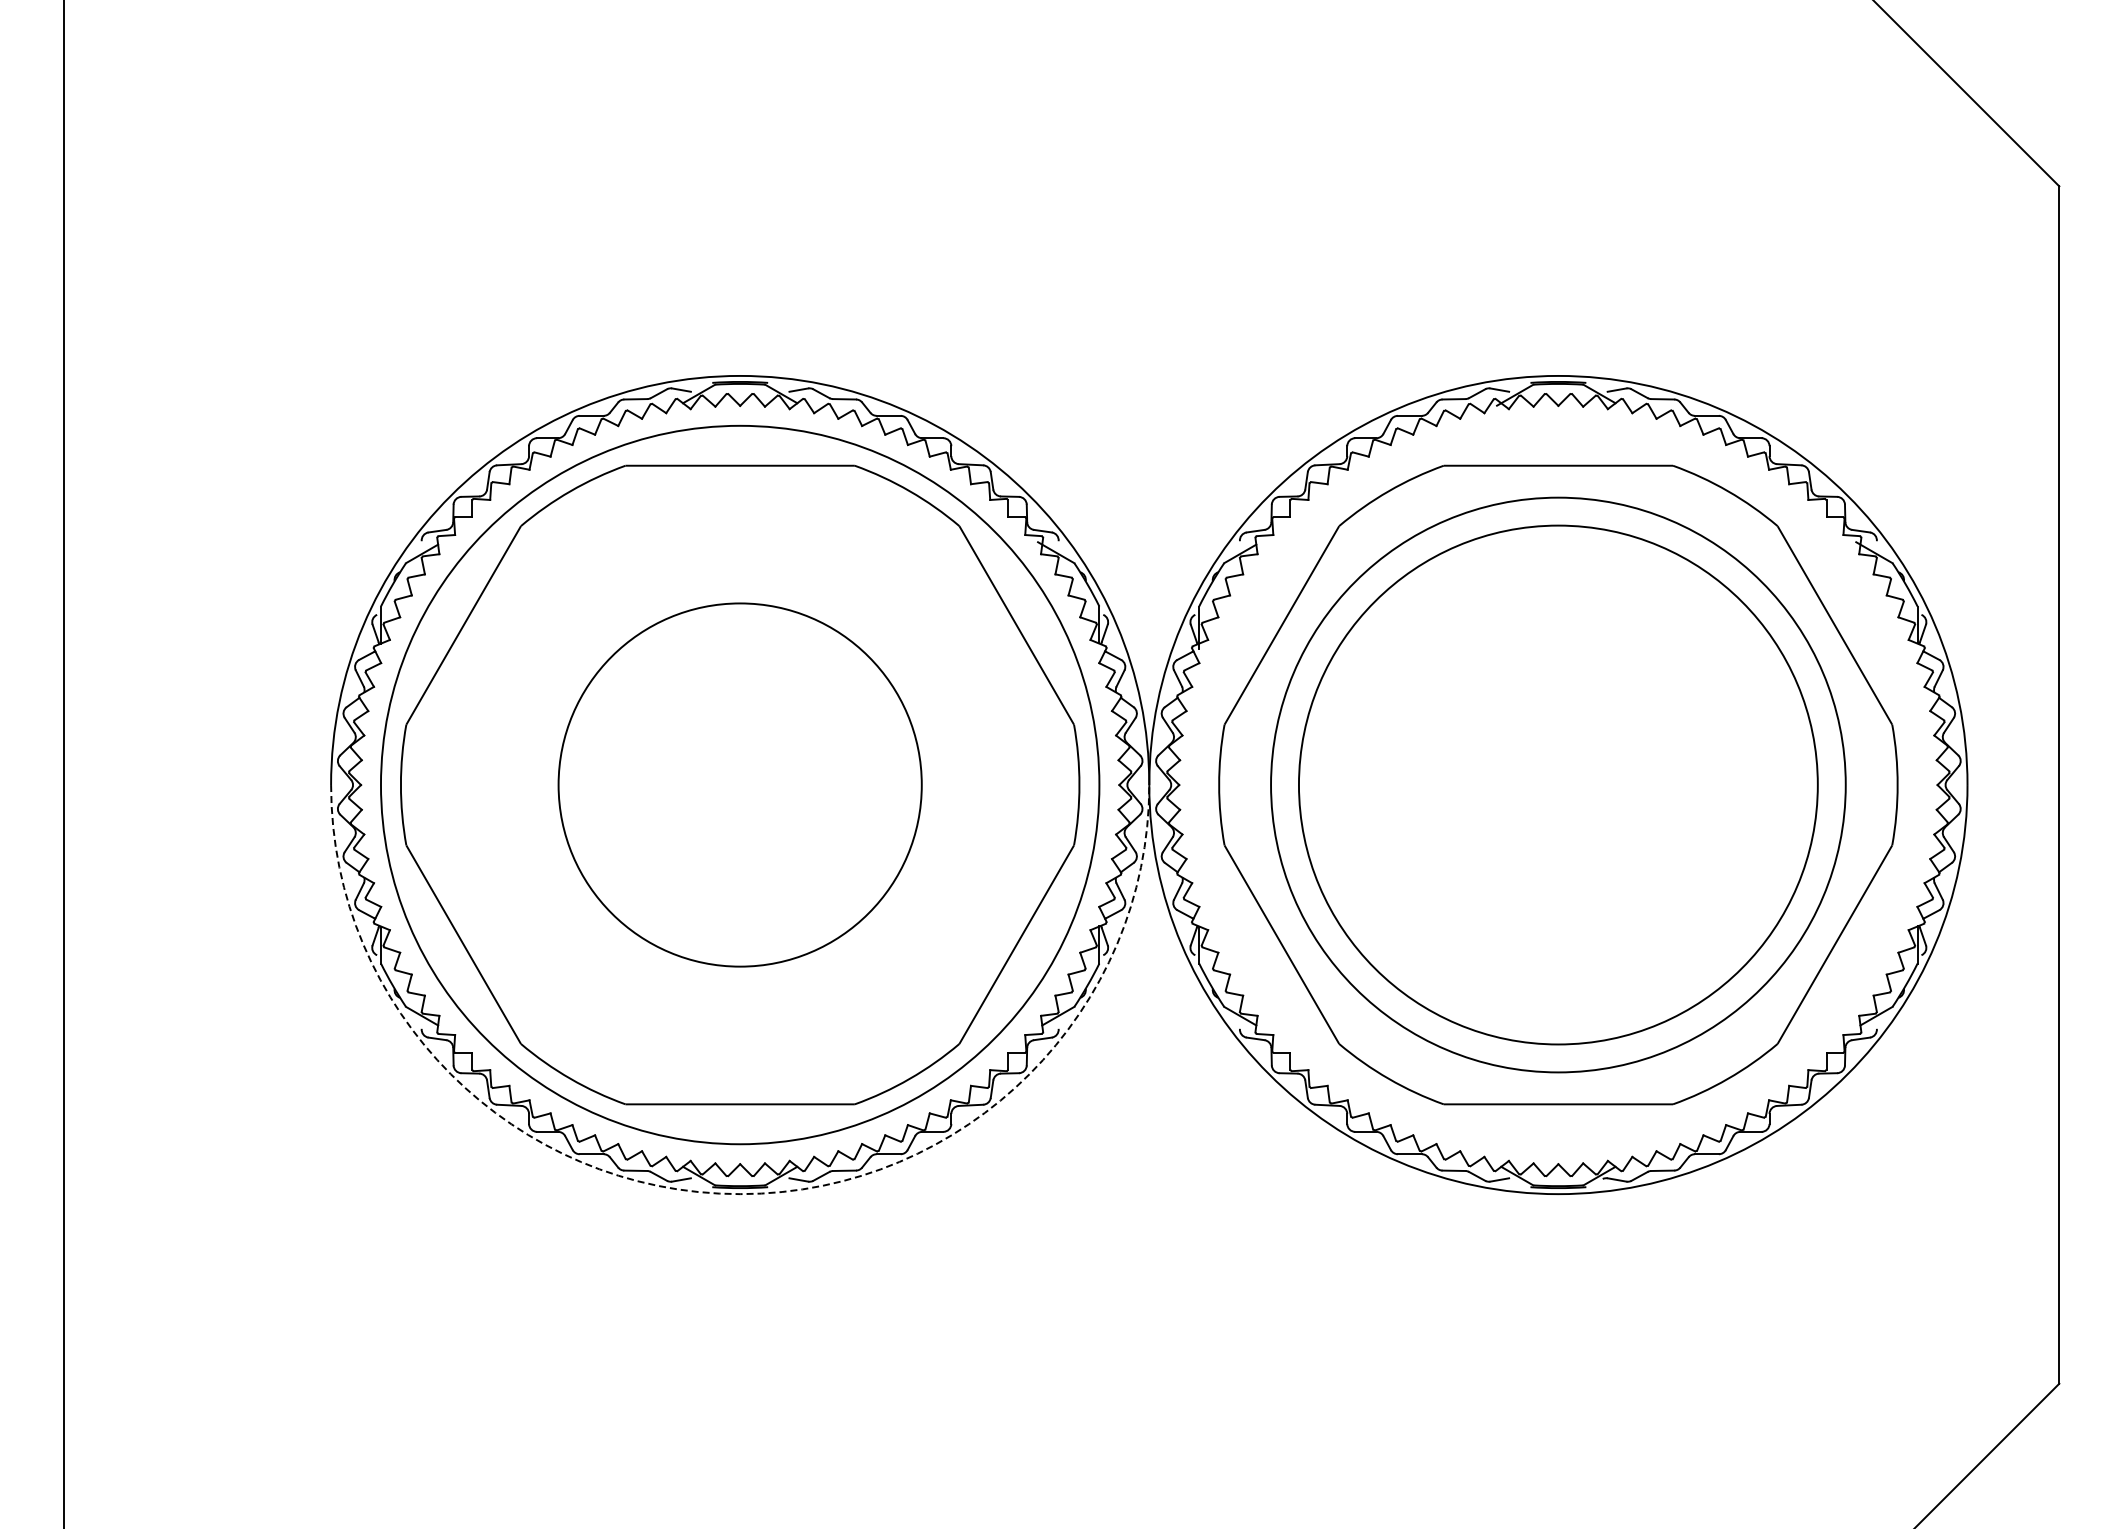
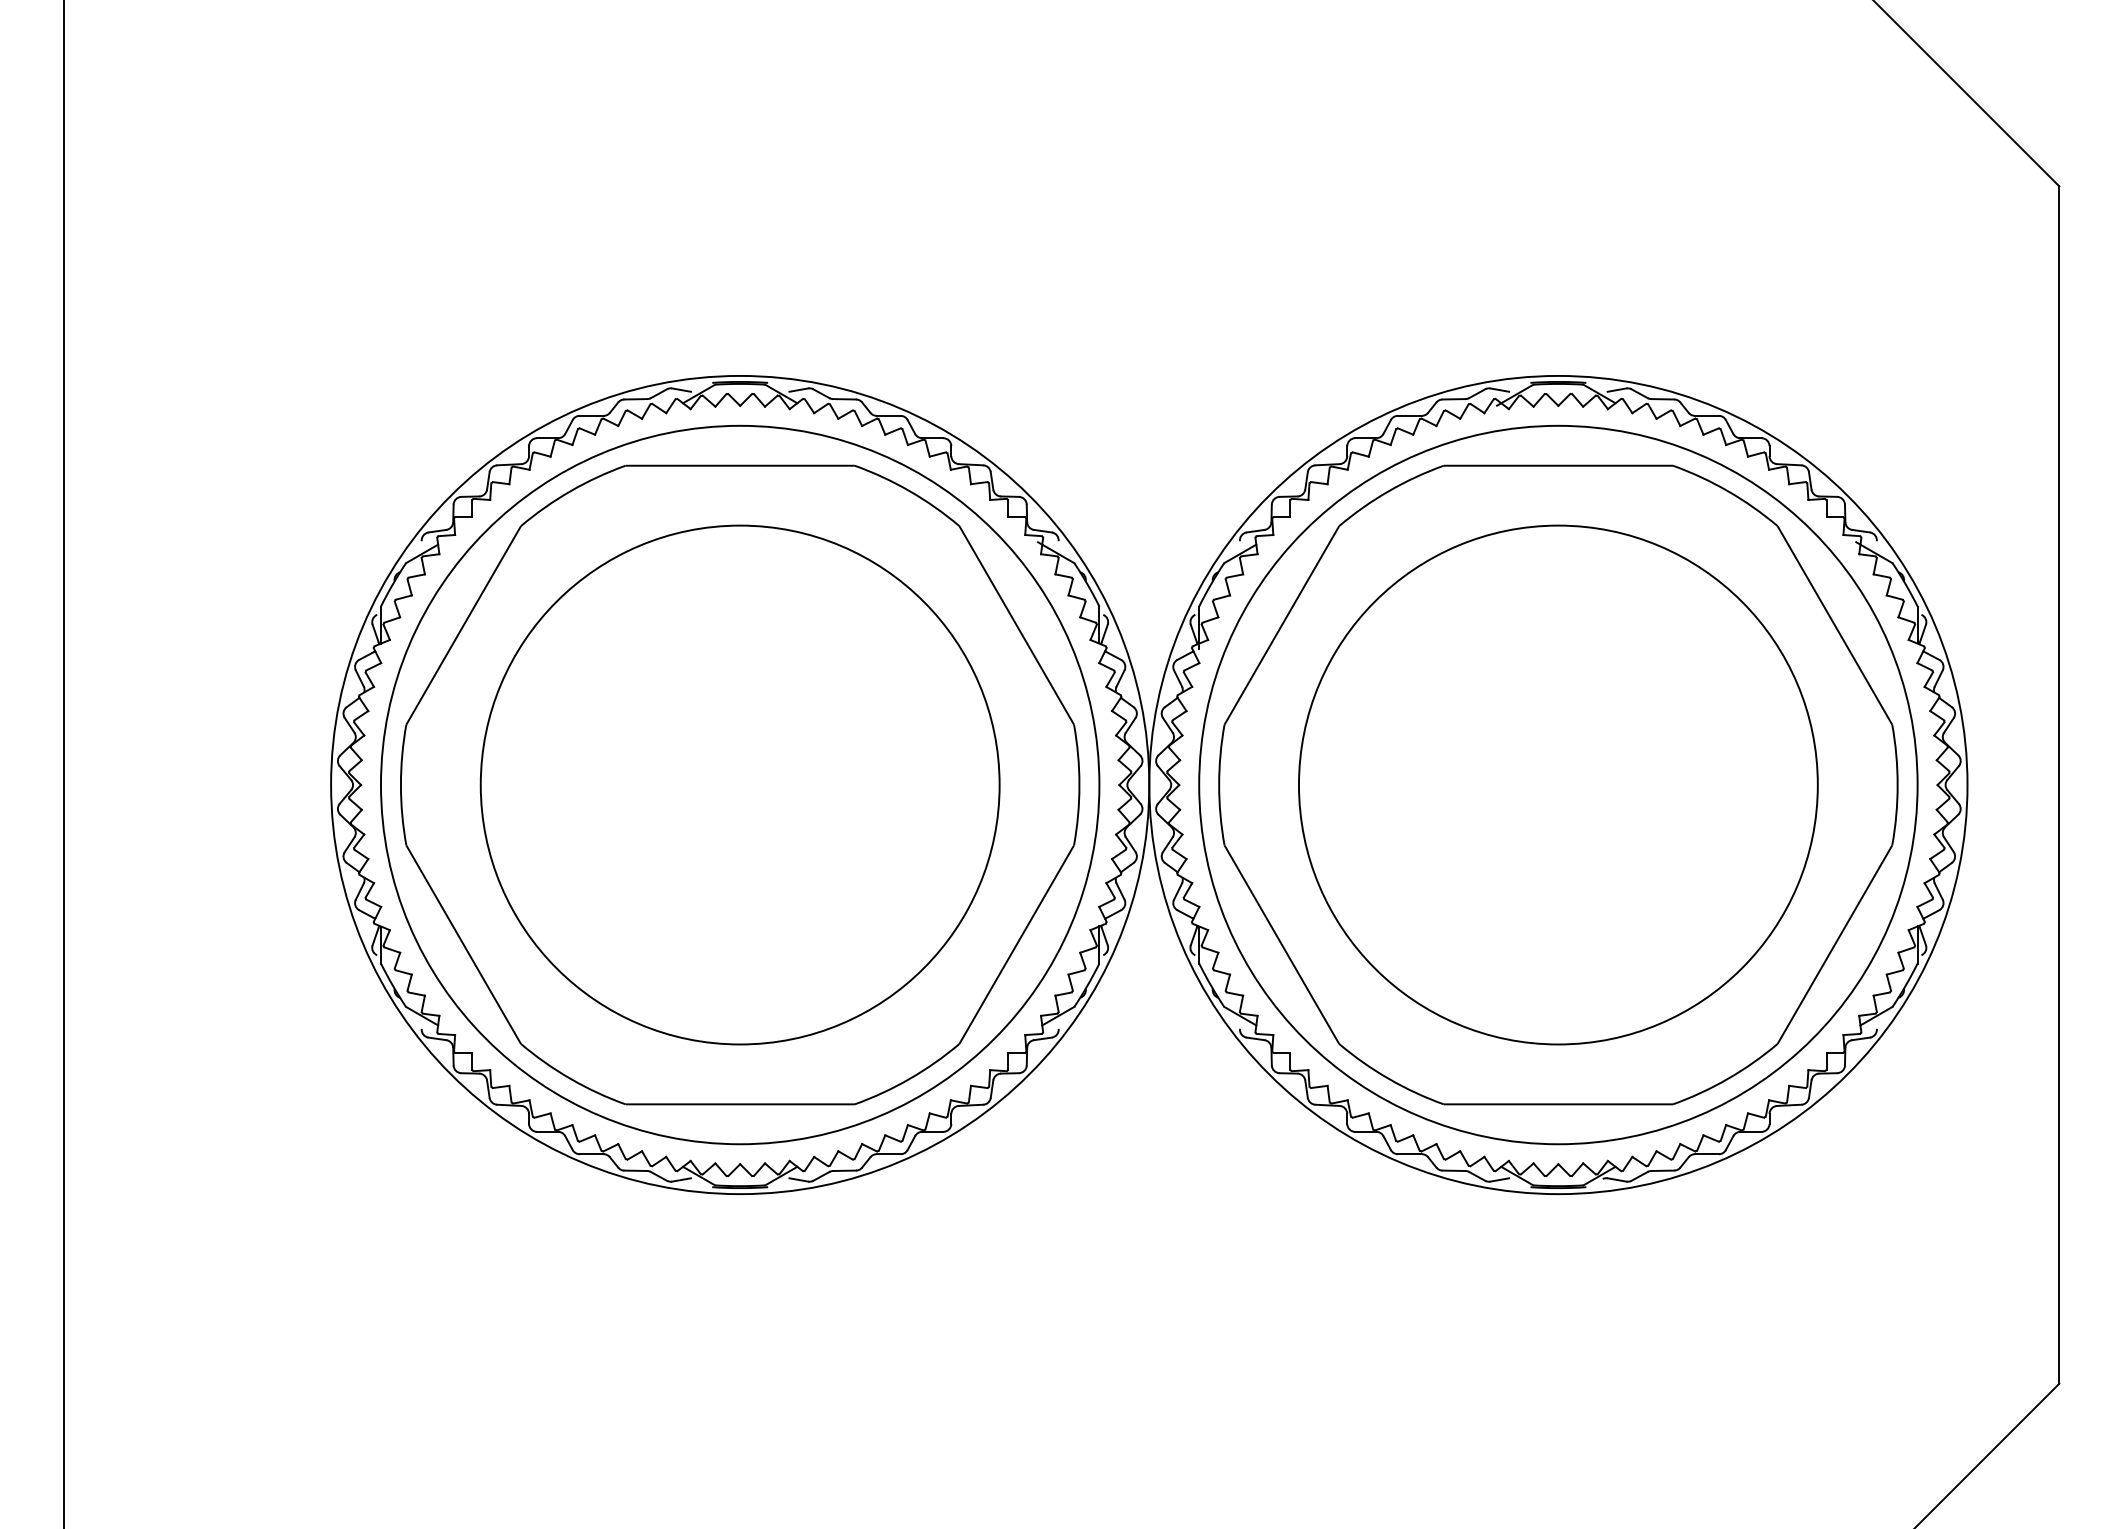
circle at (739, 784) diameter: 363 px -> 519 px
circle at (1558, 784) diameter: 575 px -> 718 px
arc at (740, 1194): dashed -> solid
